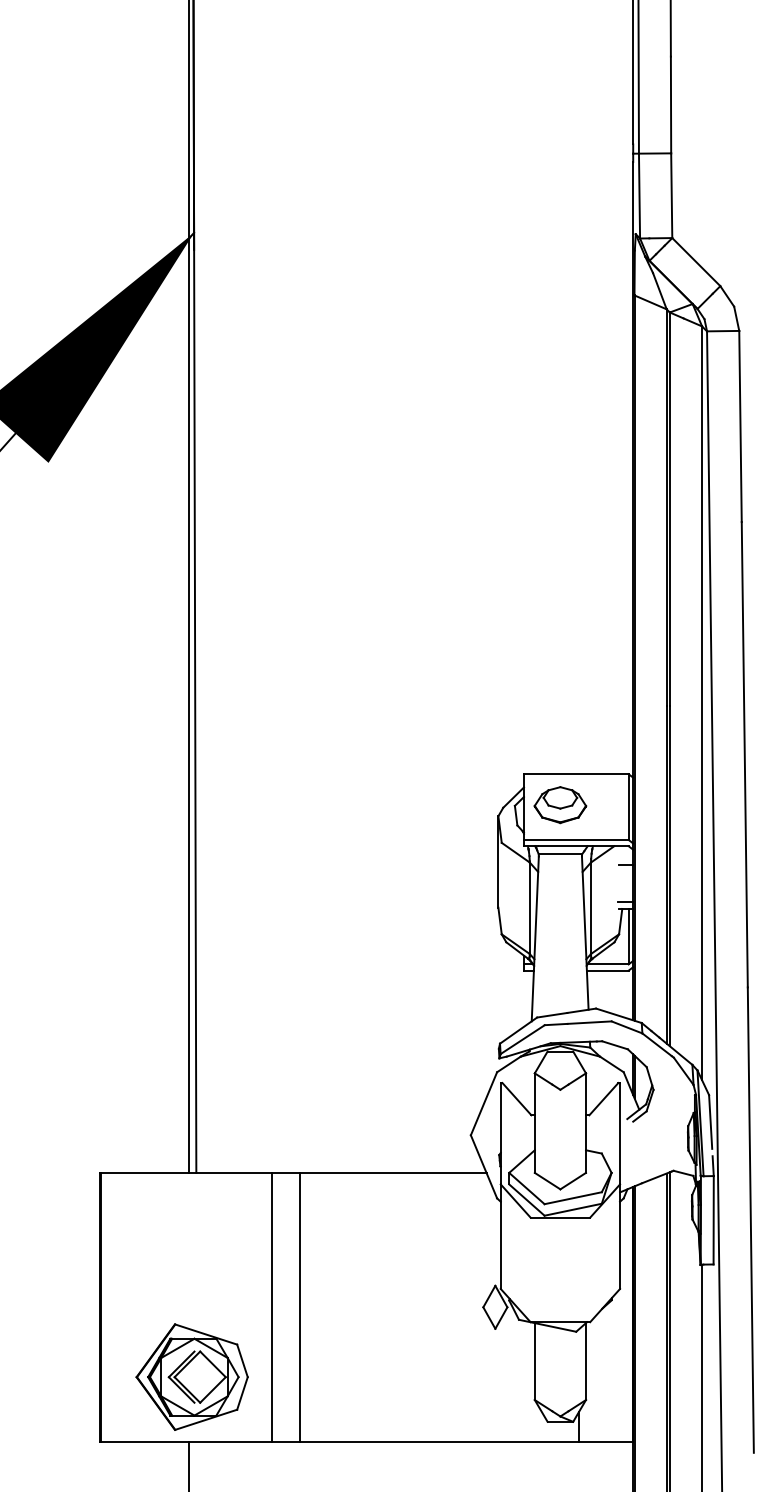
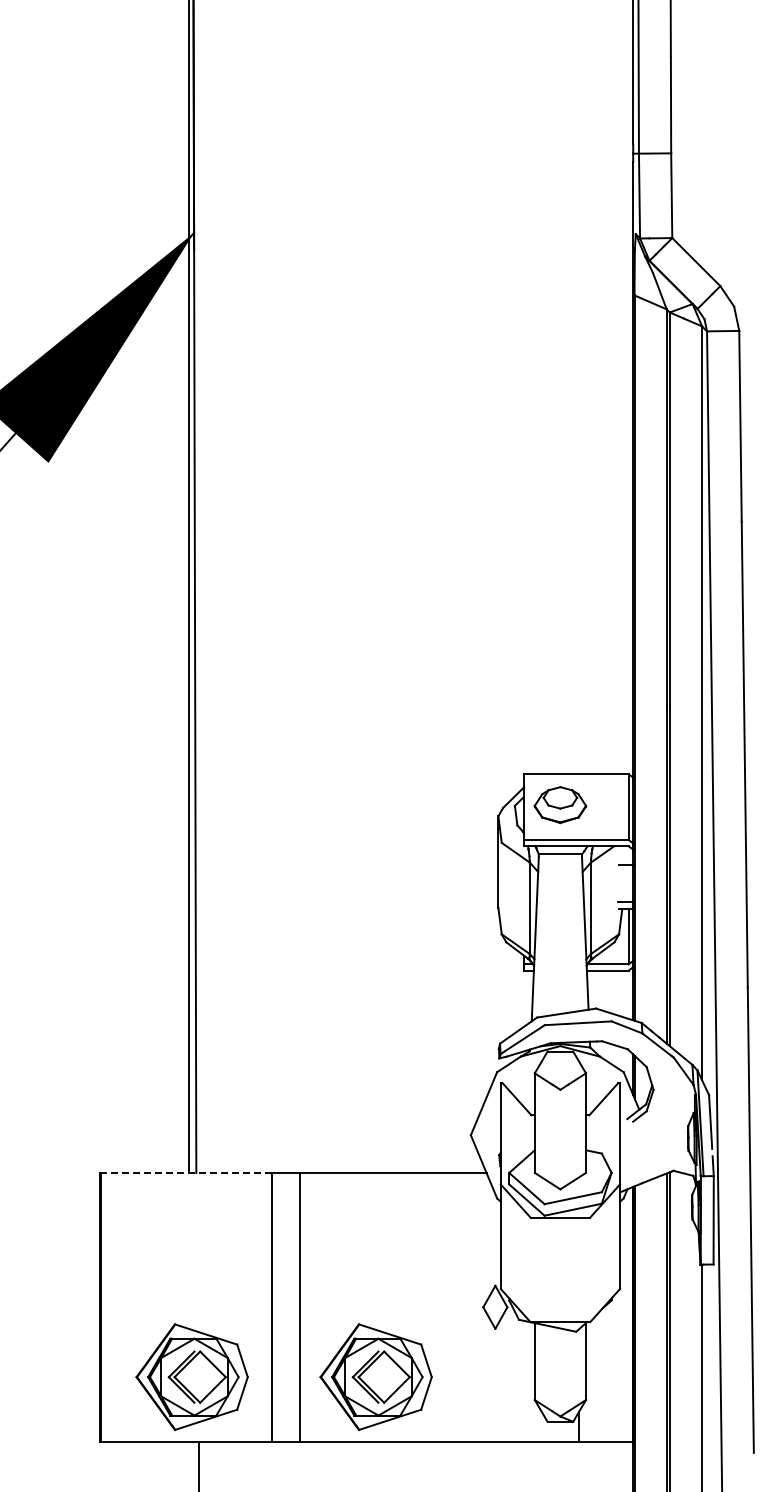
line at (186, 1173): solid -> dashed
part at (375, 1376): none -> present
line at (189, 1464) position: (189, 1464) -> (199, 1464)
